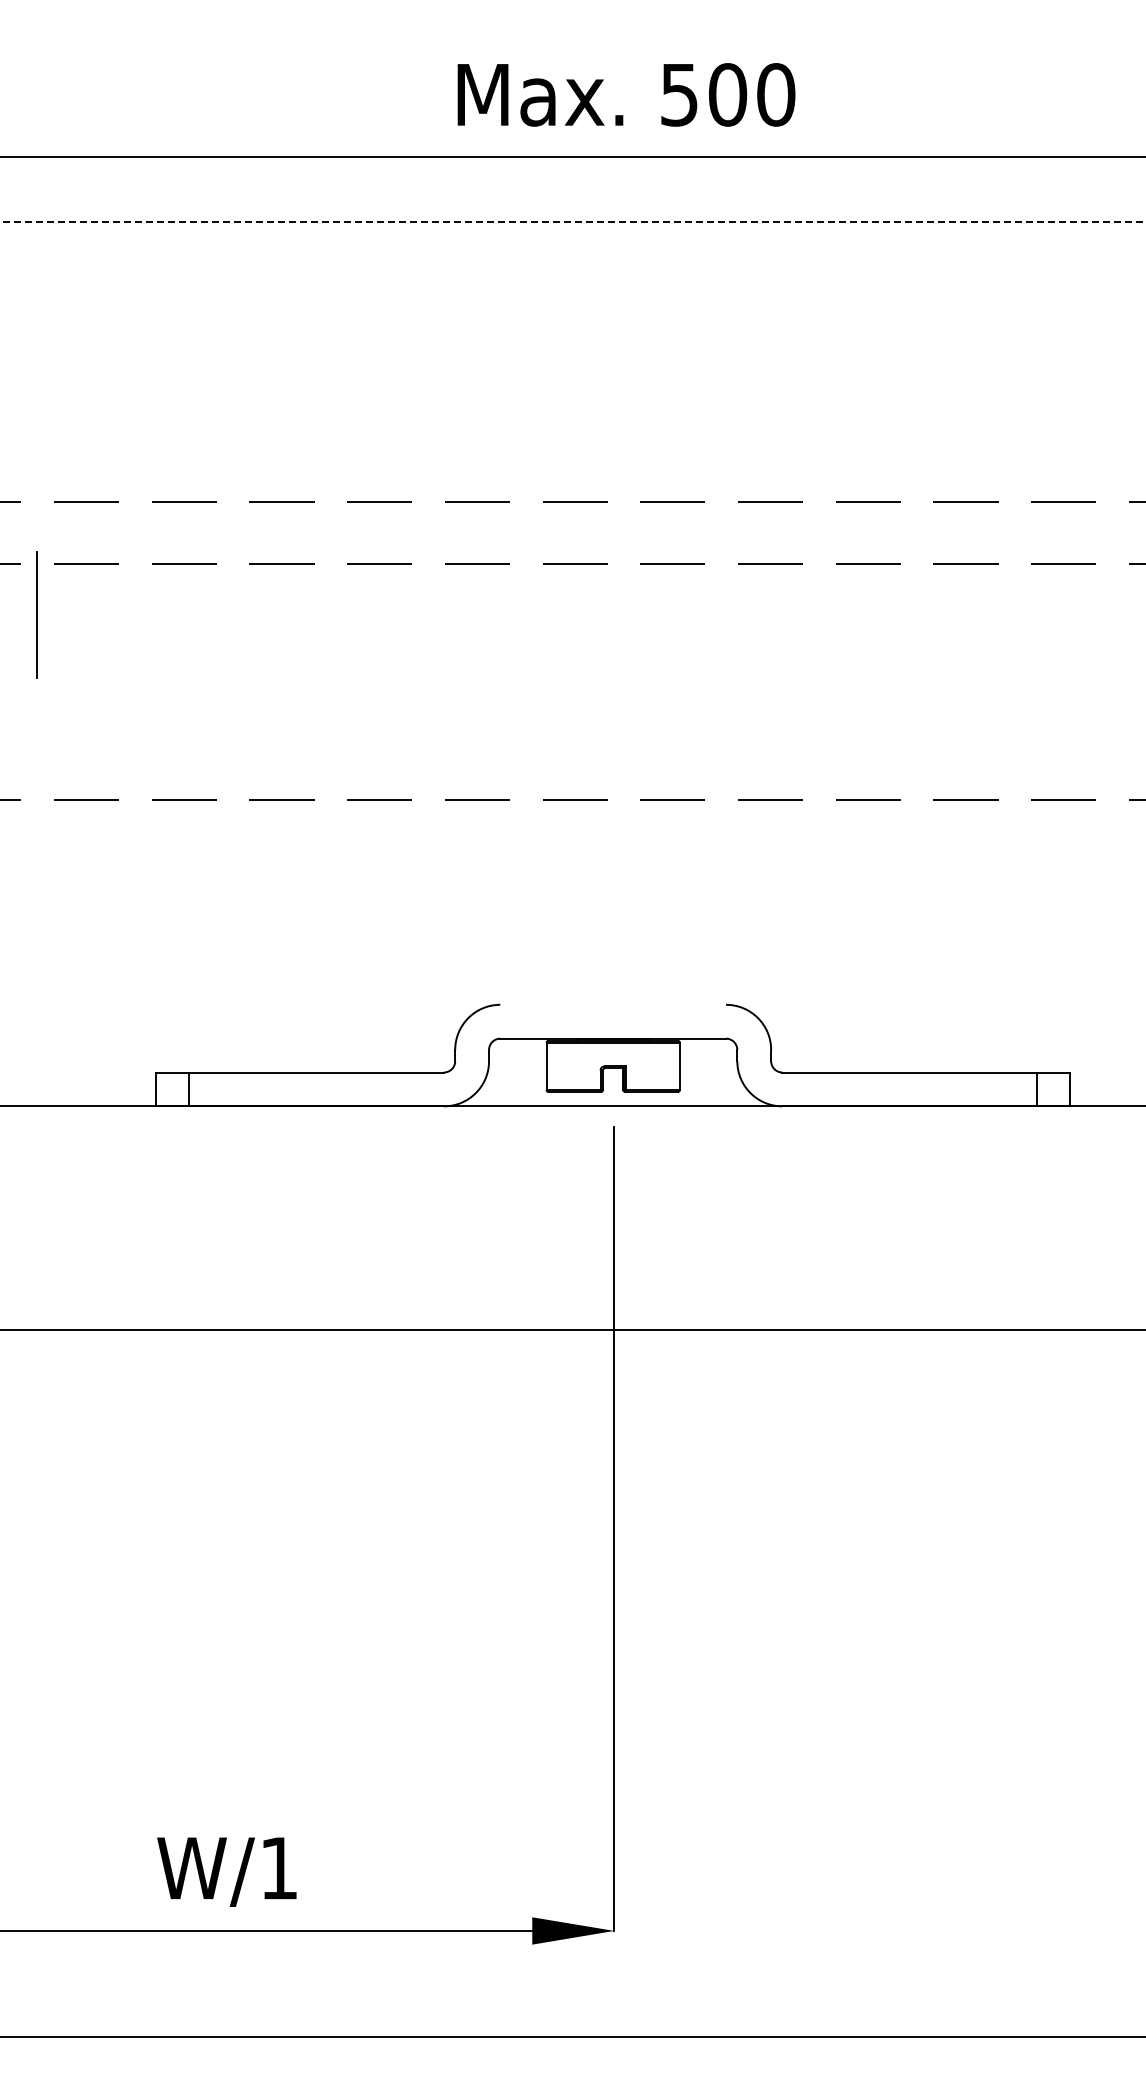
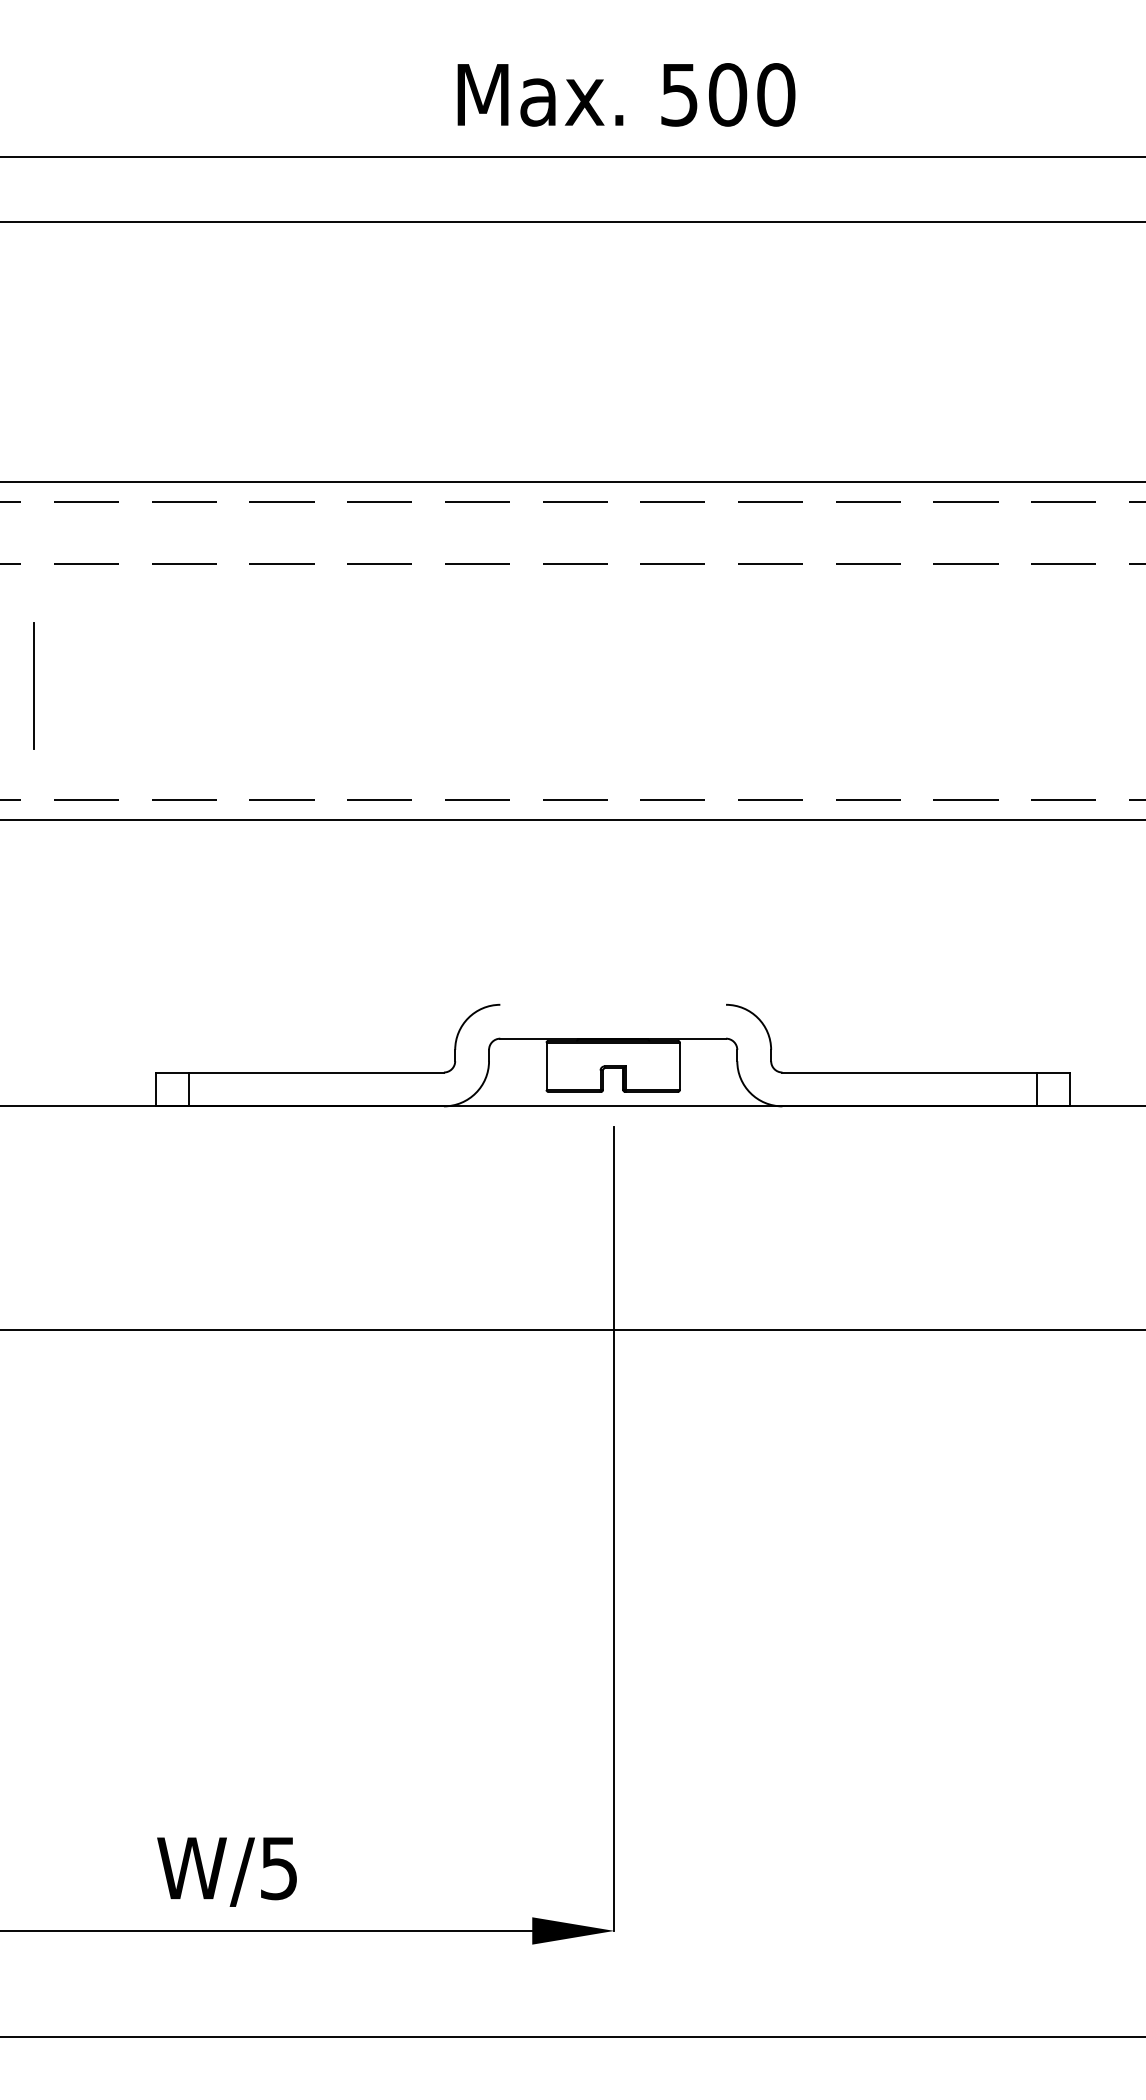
line at (573, 221): dashed -> solid
line at (572, 481): none -> present
line at (36, 614) position: (36, 614) -> (33, 685)
line at (572, 820): none -> present
text at (278, 1868): W/1 -> W/5
